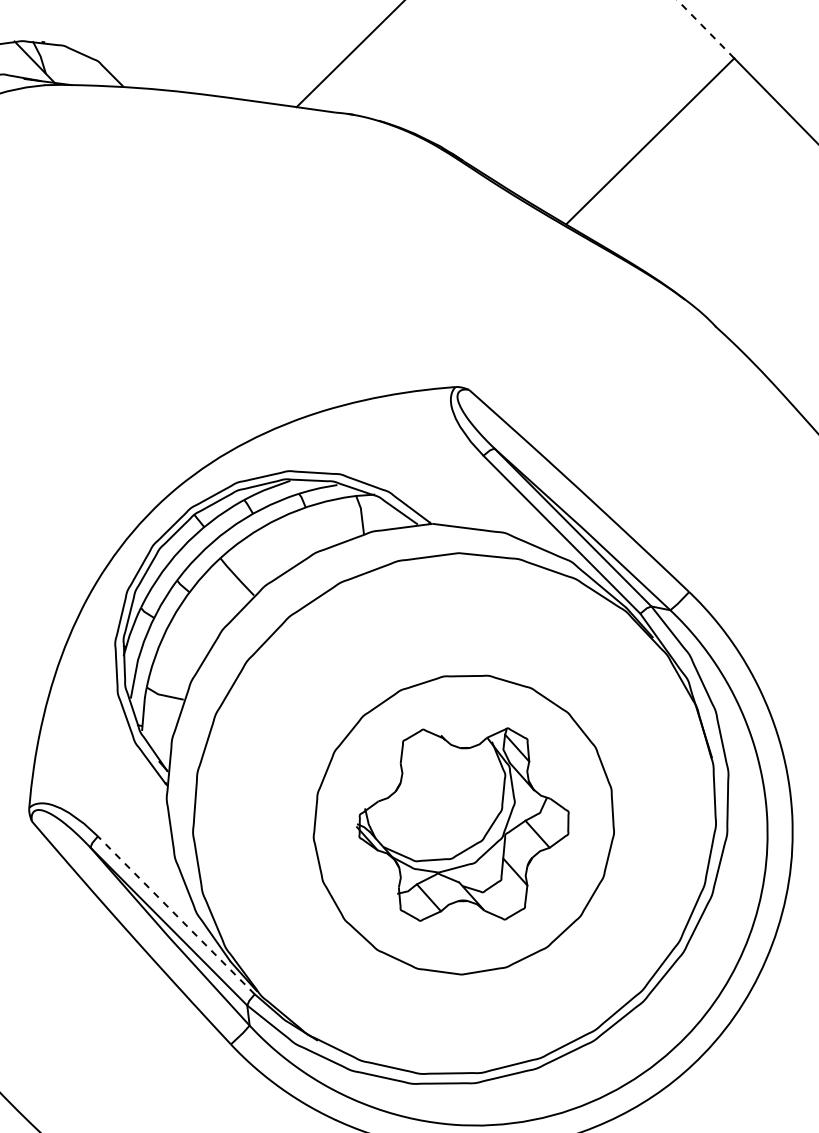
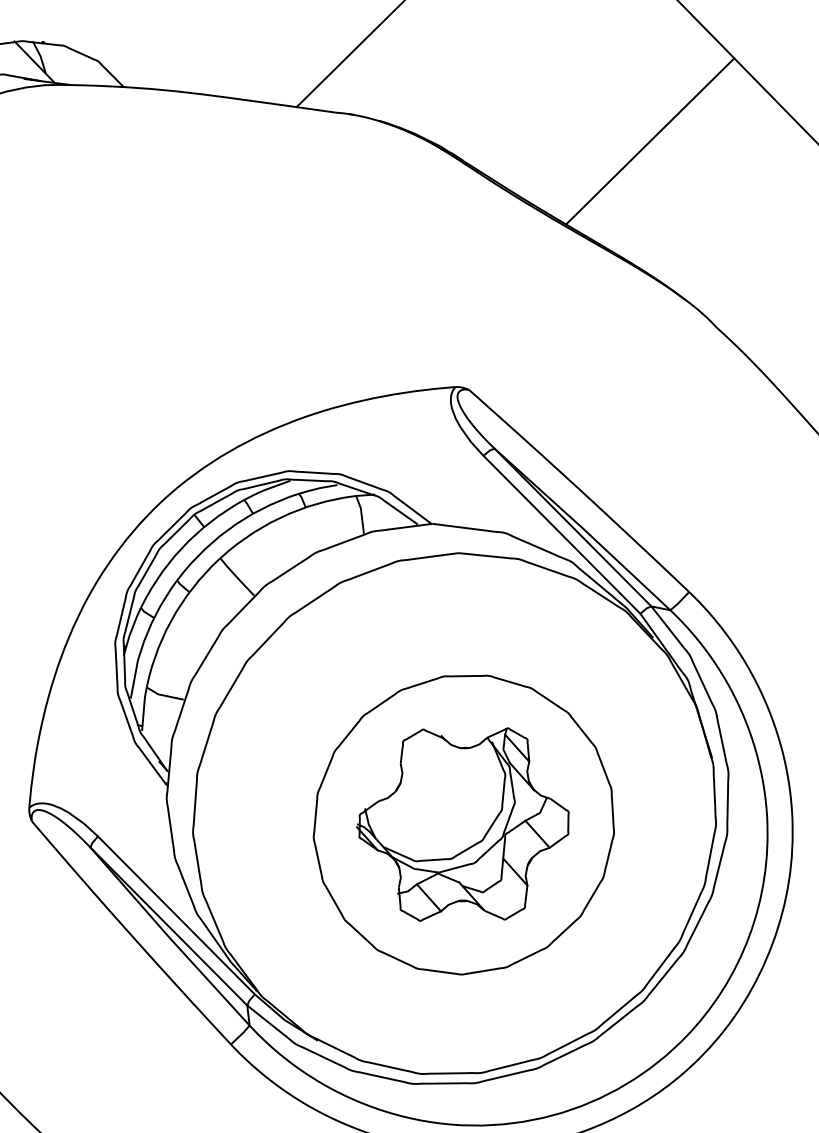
line at (705, 29): dashed -> solid
line at (176, 915): dashed -> solid
